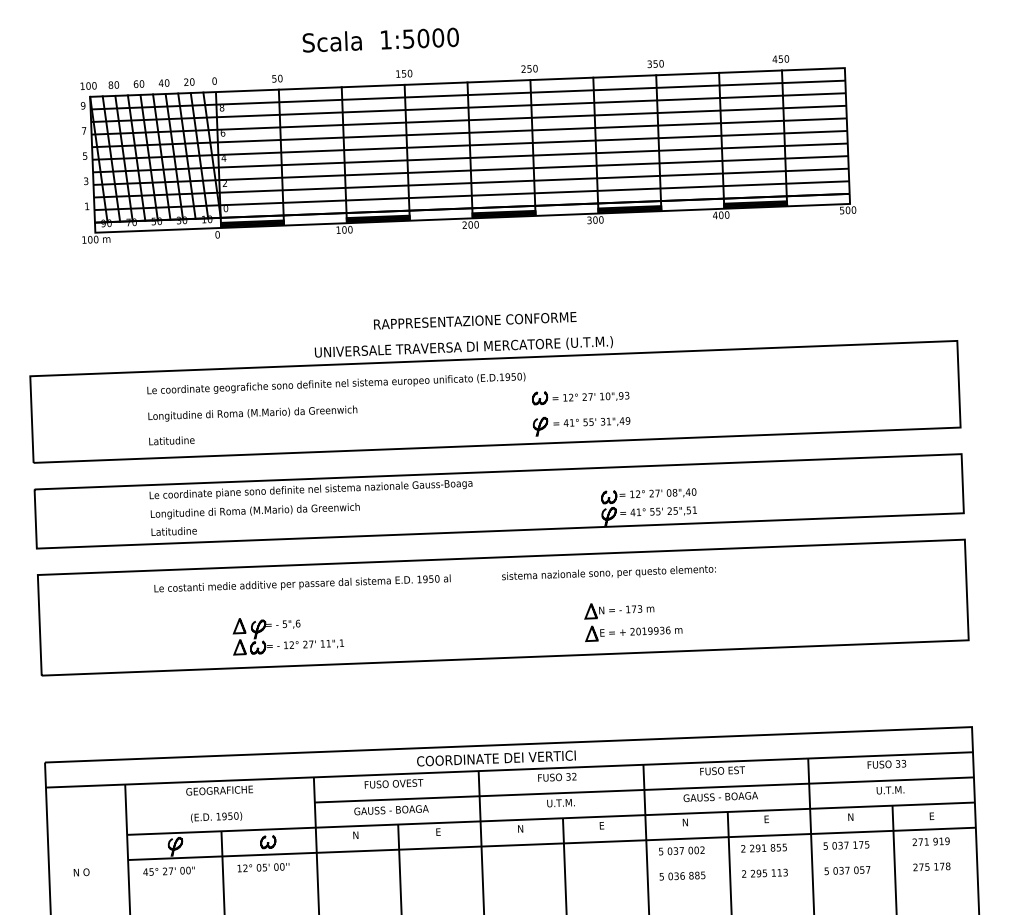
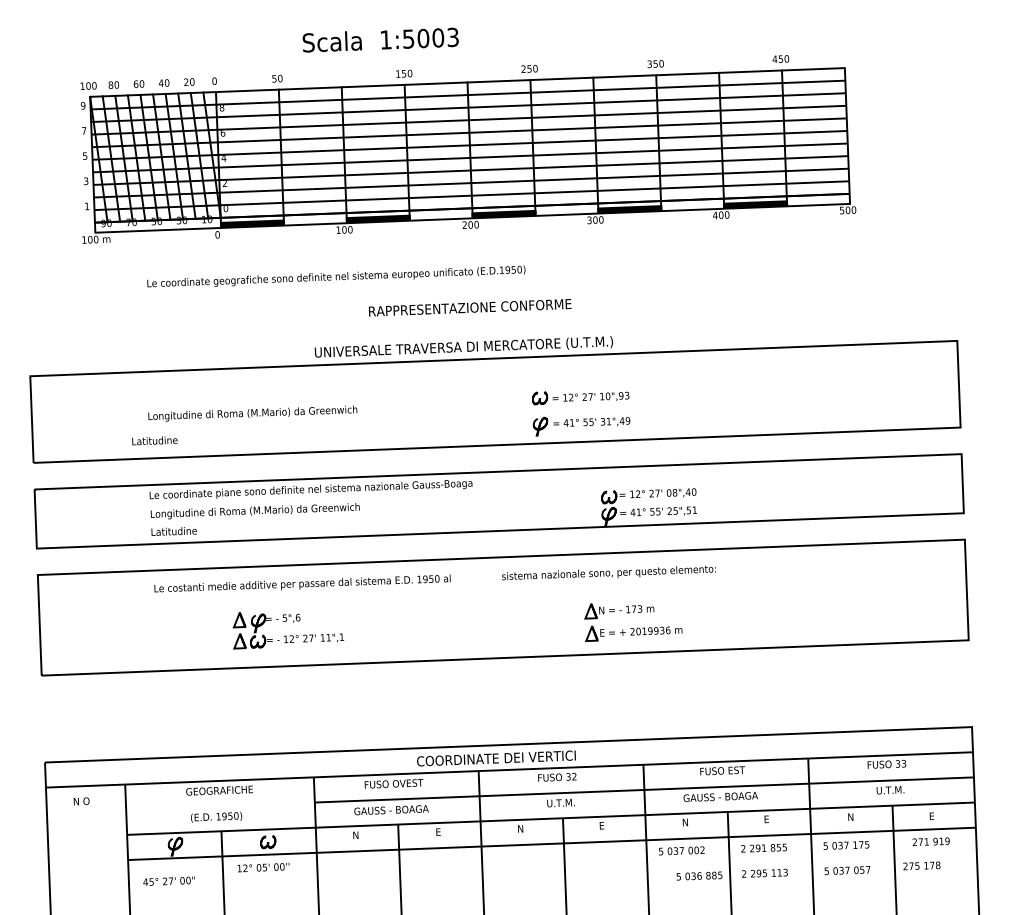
text at (452, 37): 1:5000 -> 1:5003
text at (474, 320) position: (474, 320) -> (469, 307)
text at (336, 383) position: (336, 383) -> (336, 276)
text at (171, 440) position: (171, 440) -> (154, 440)
part at (288, 636) position: (288, 636) -> (288, 630)
text at (931, 866) position: (931, 866) -> (921, 865)
text at (168, 870) position: (168, 870) -> (168, 880)
text at (81, 872) position: (81, 872) -> (81, 801)
text at (682, 875) position: (682, 875) -> (699, 875)
